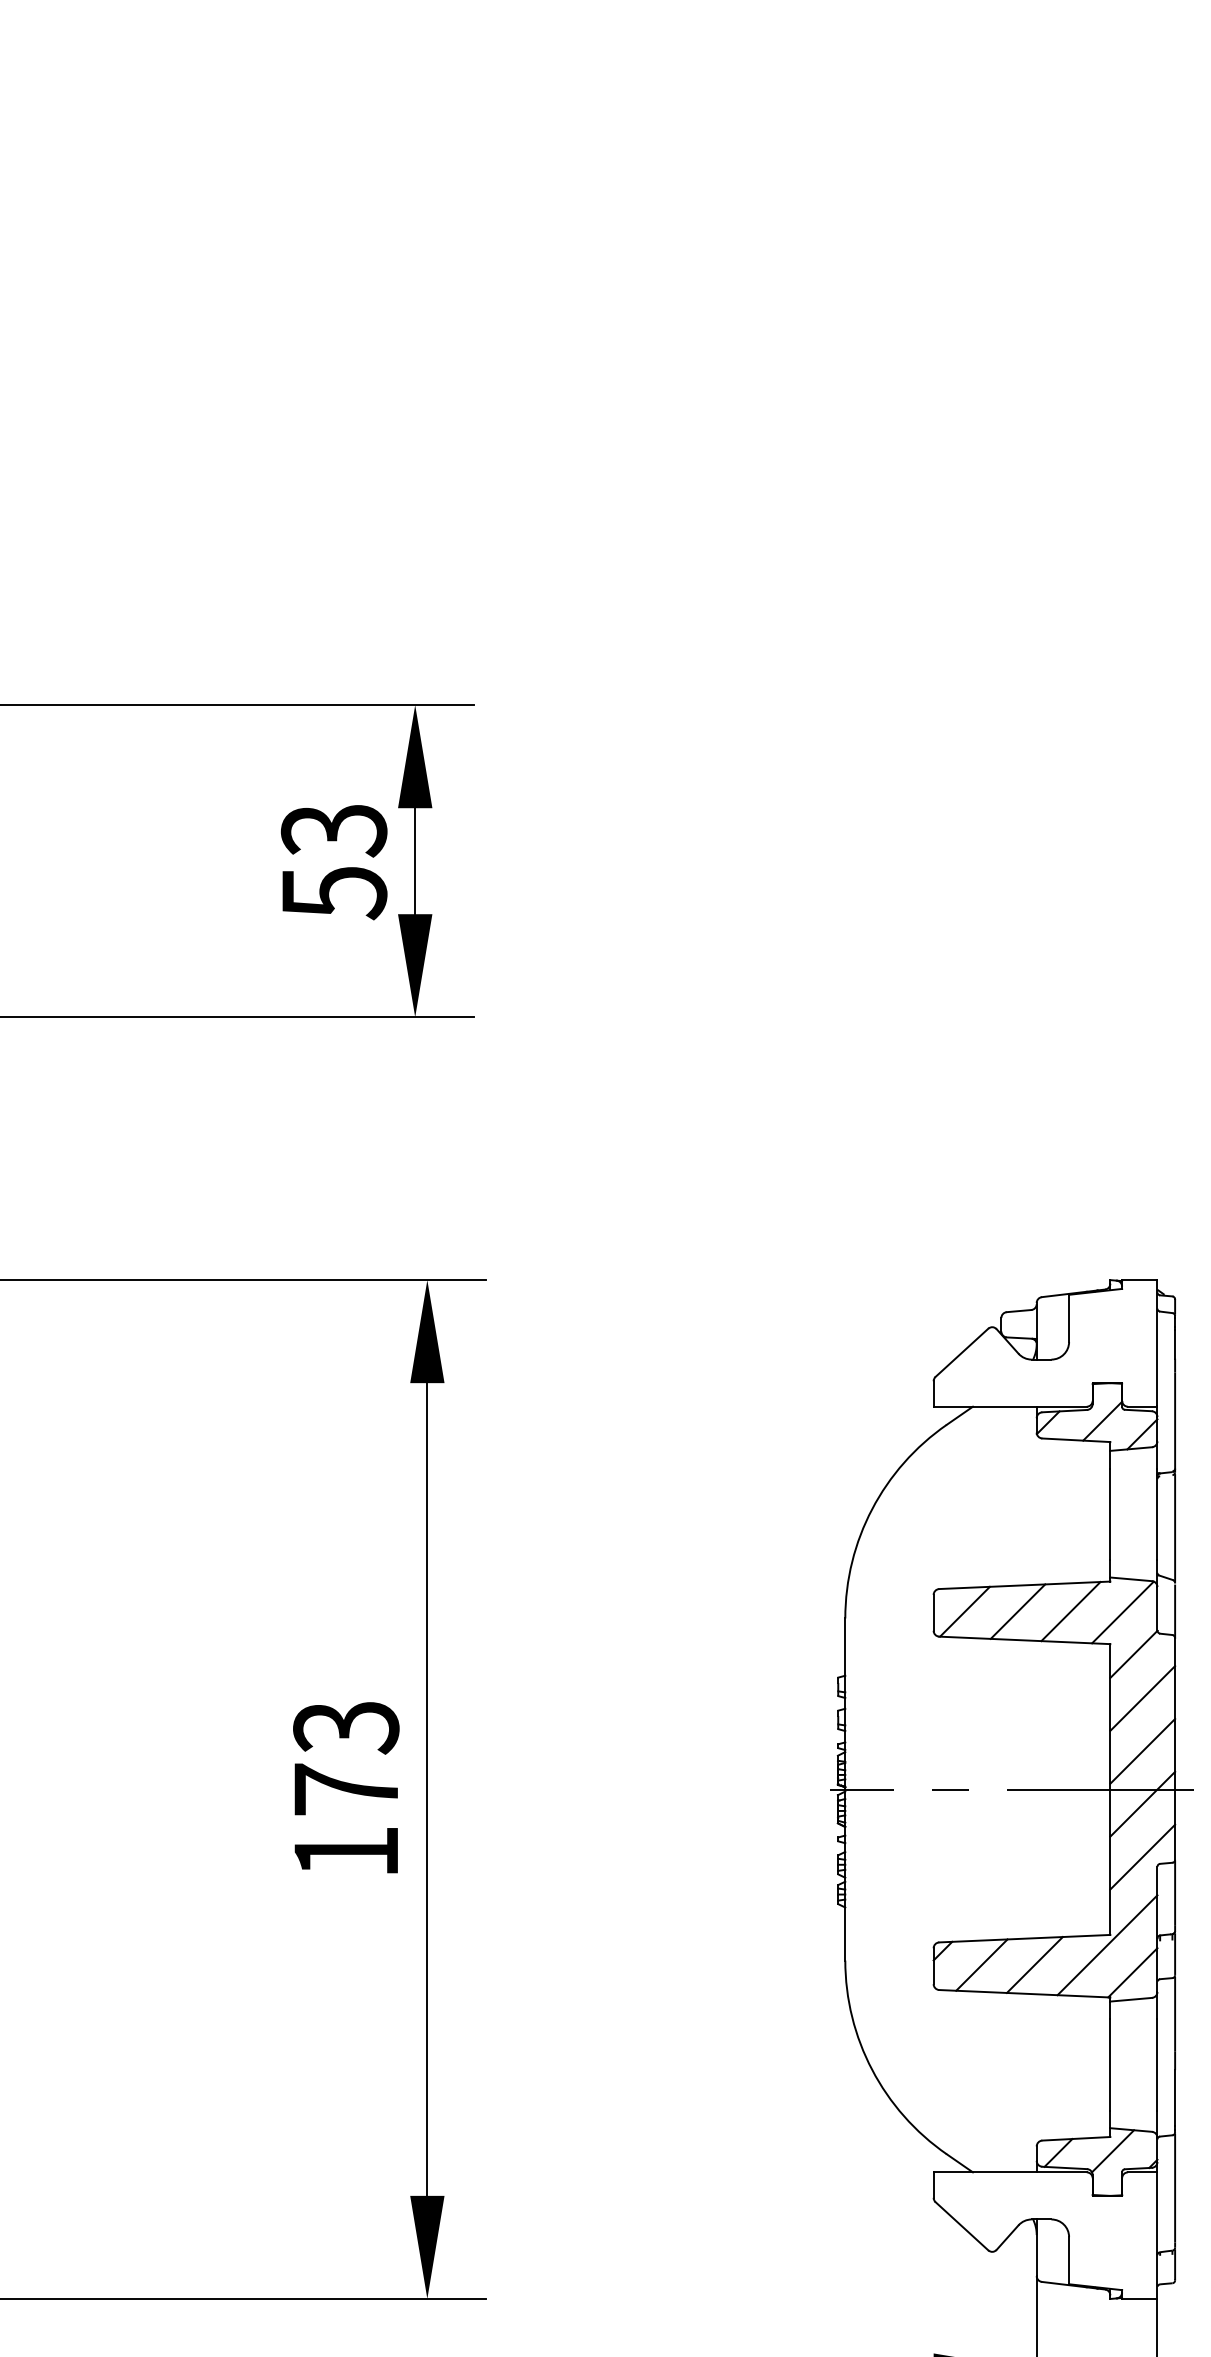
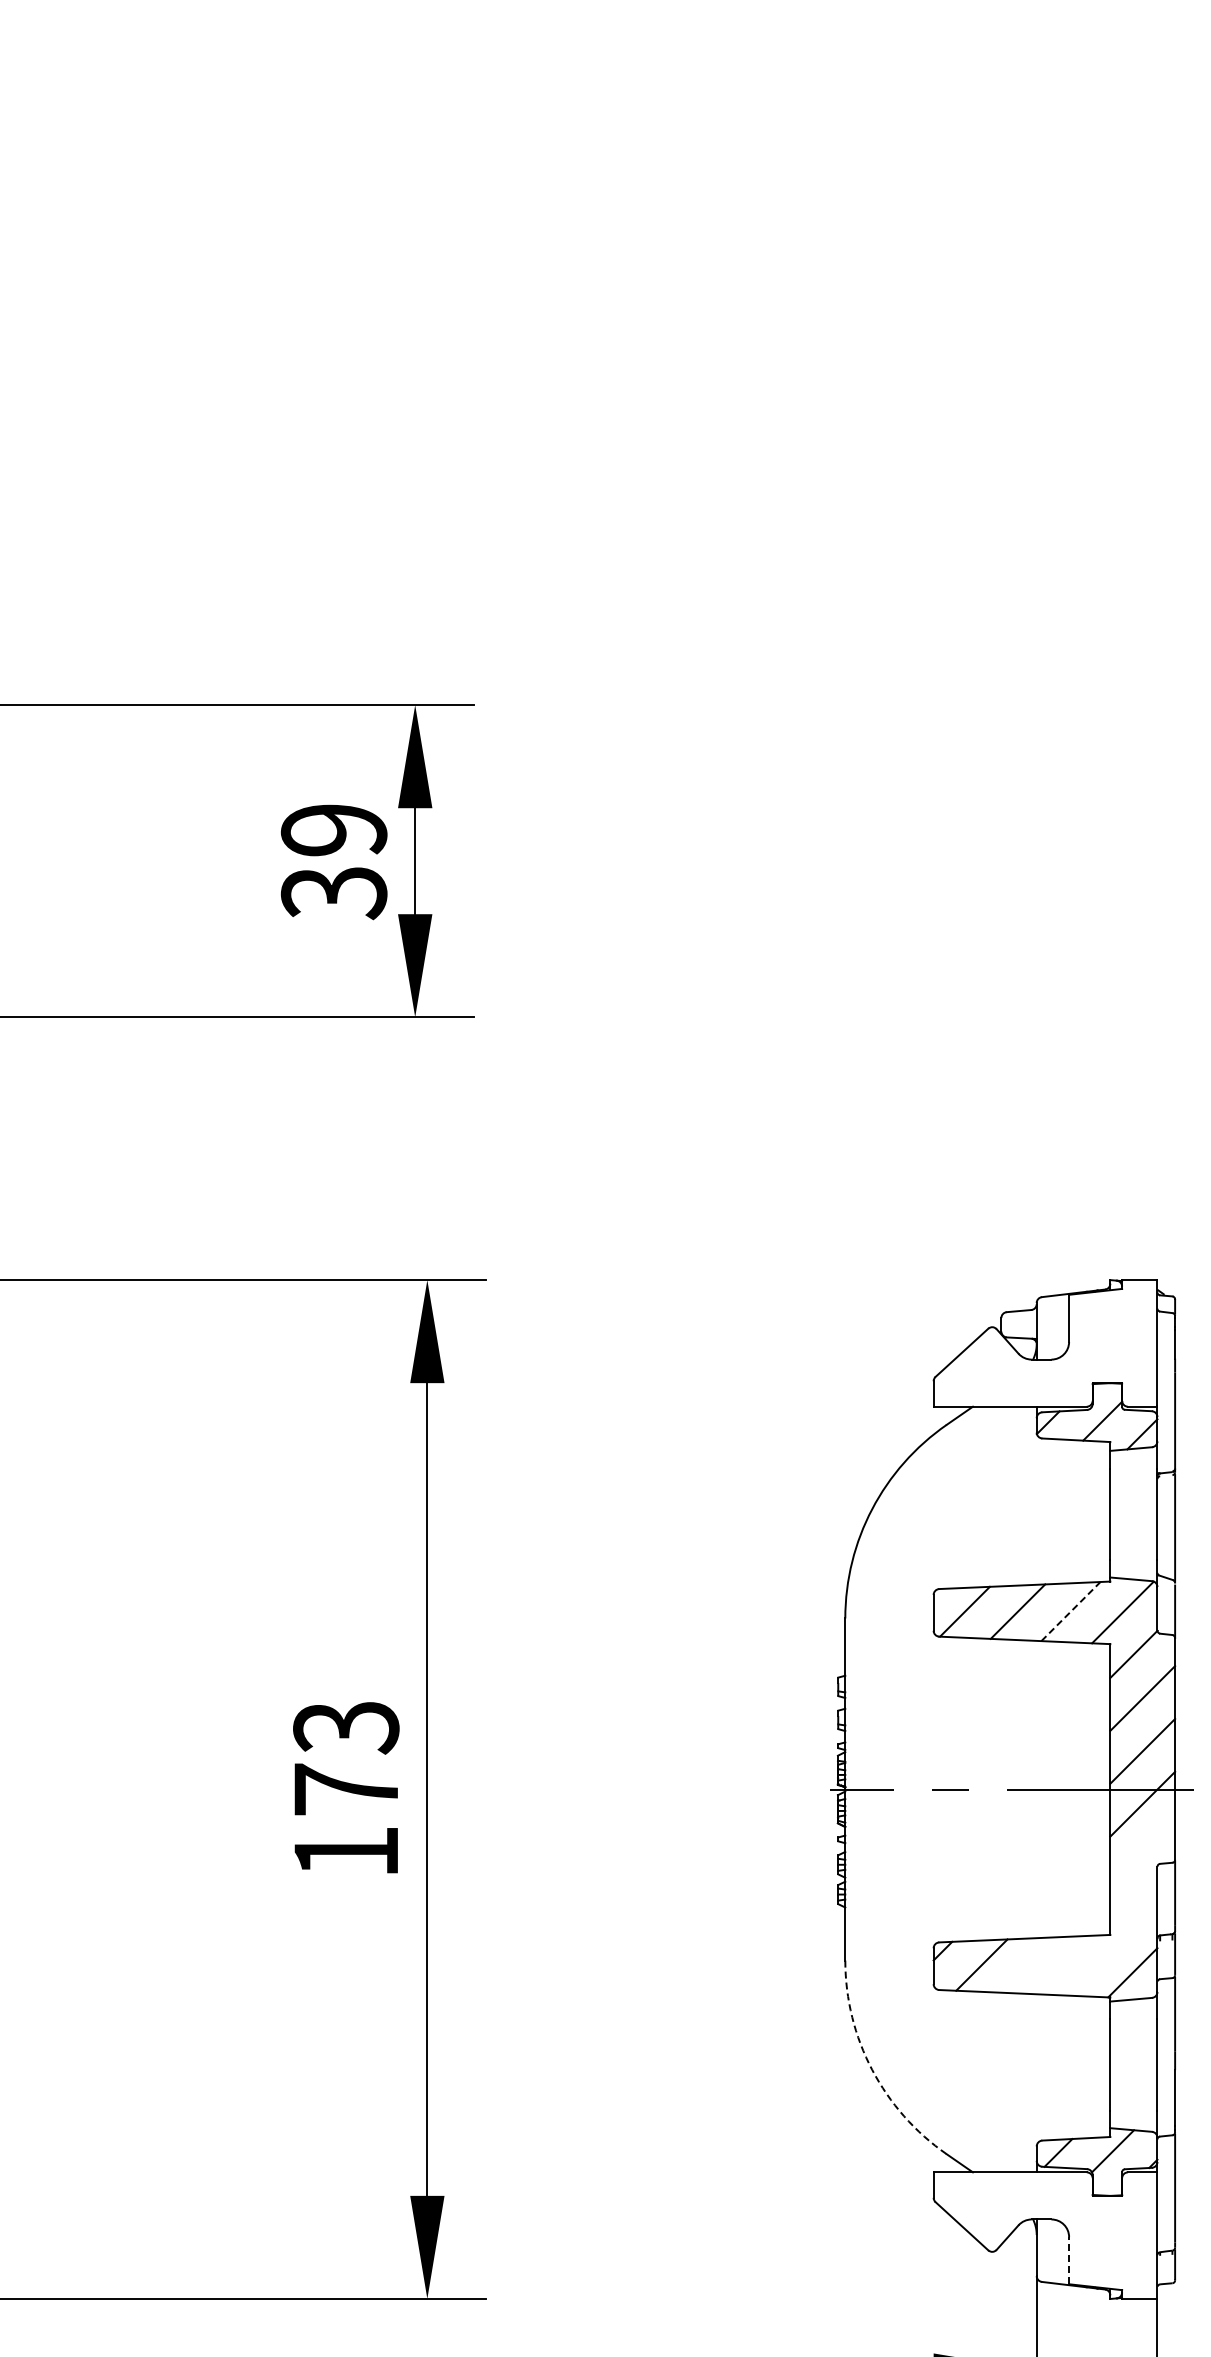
text at (333, 862): 53 -> 39
line at (1070, 1611): solid -> dashed
line at (1142, 1856): present -> none
line at (1107, 1945): present -> none
line at (1034, 1964): present -> none
arc at (872, 2069): solid -> dashed
line at (1069, 2260): solid -> dashed
